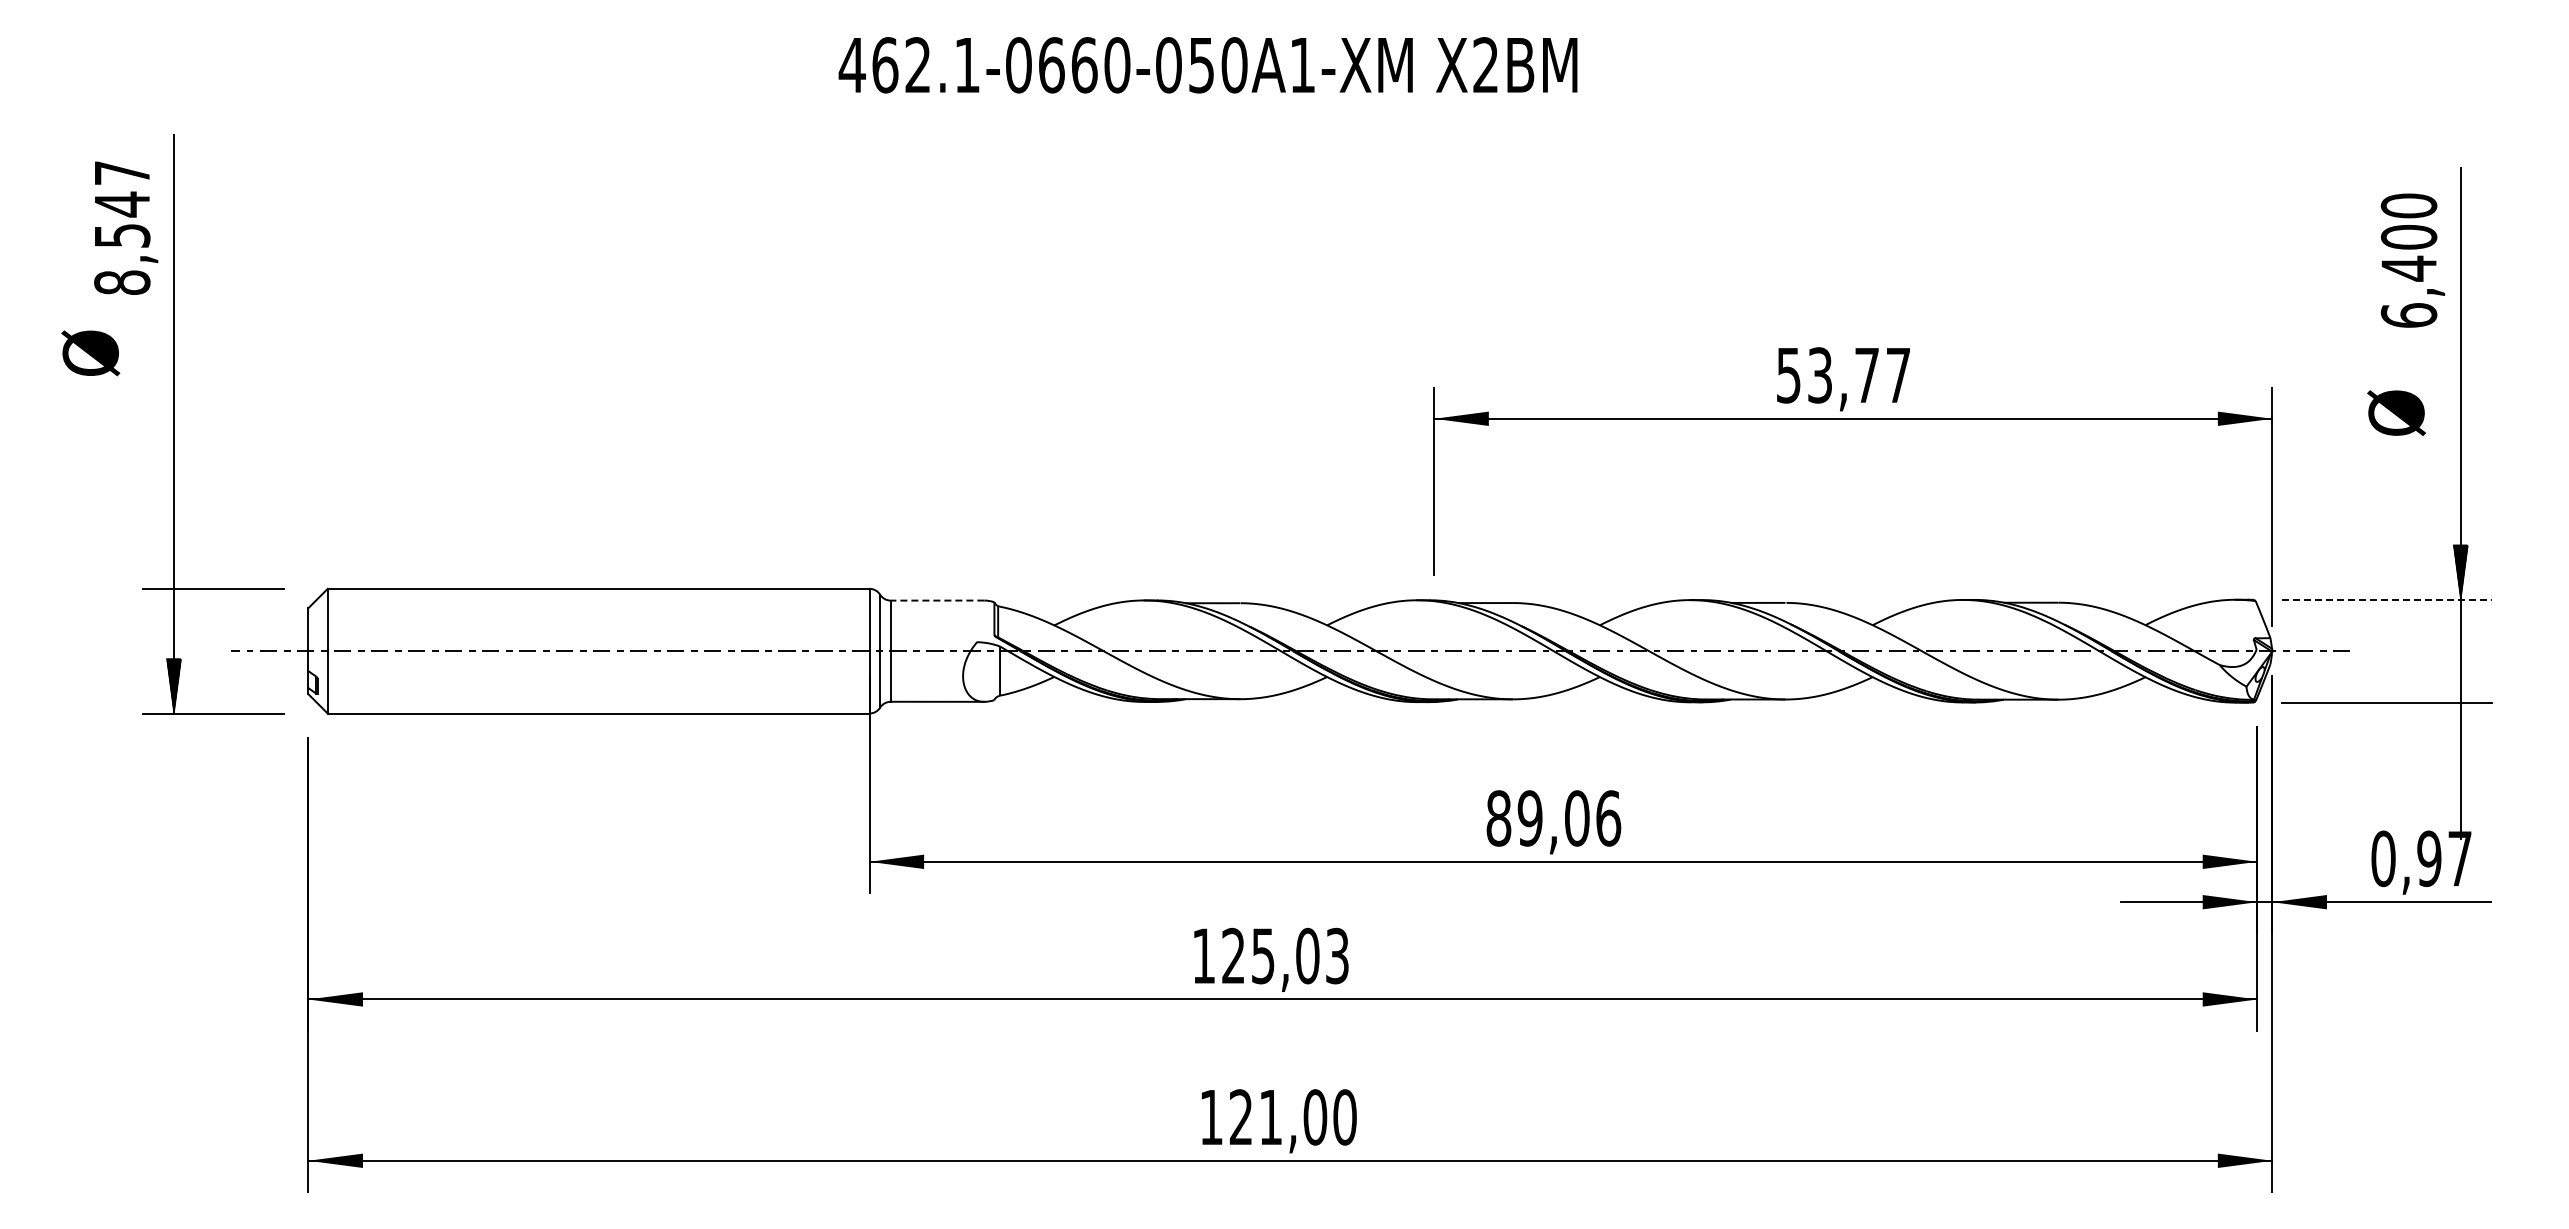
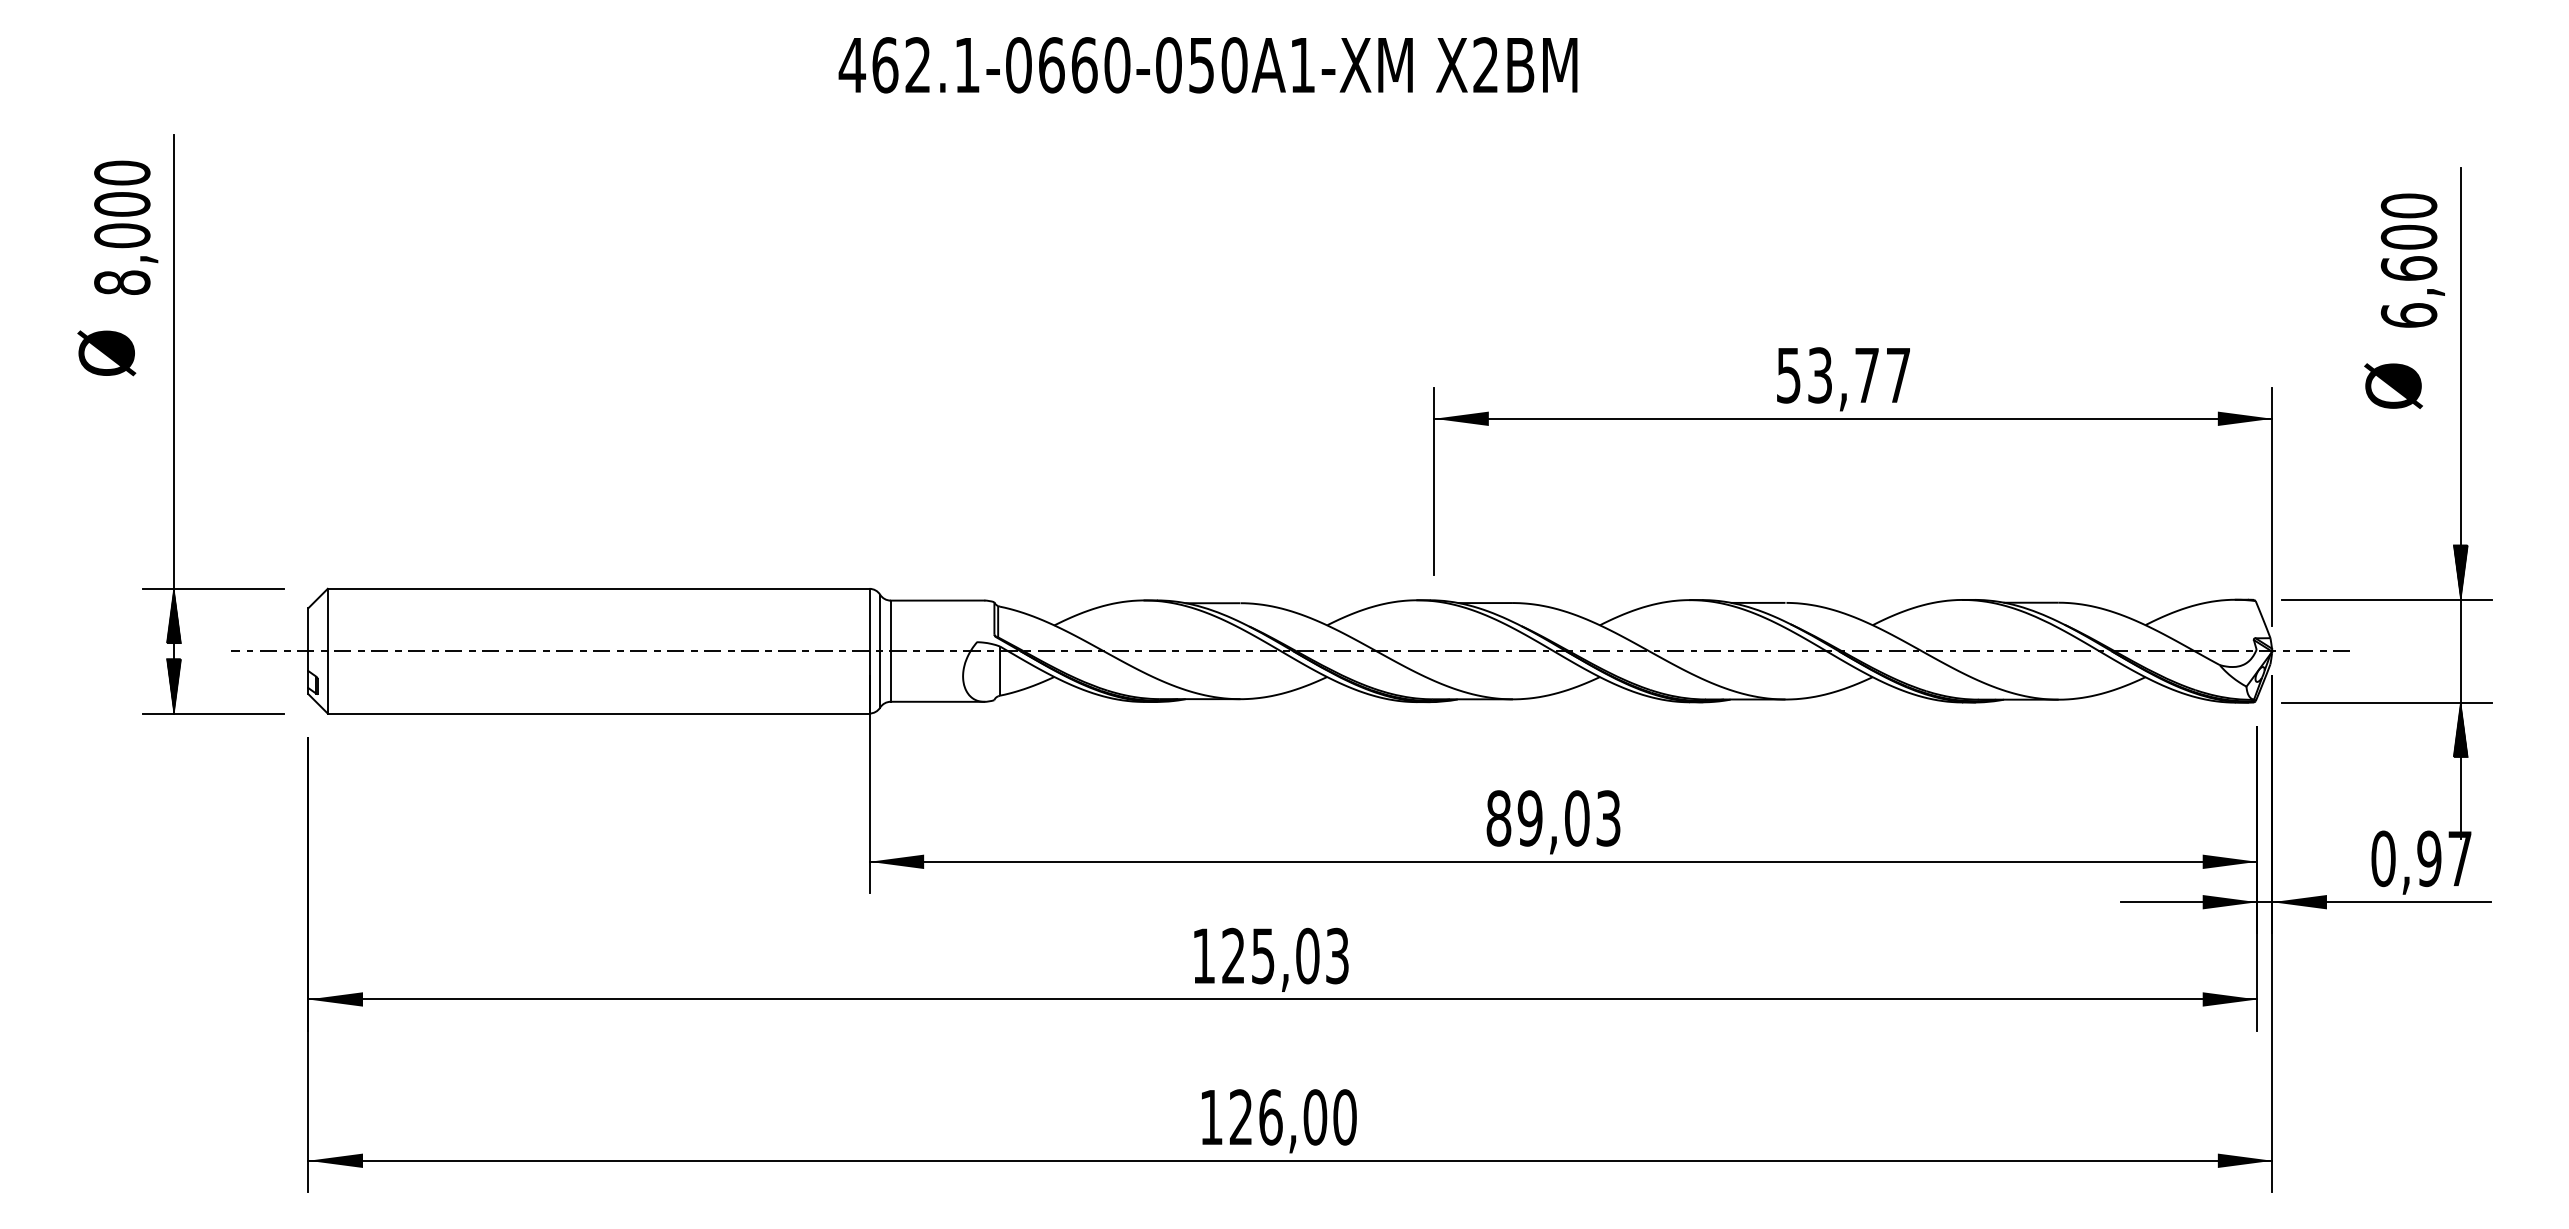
text at (122, 204): 8,547 -> 8,000
text at (2408, 268): 6,400 -> 6,600
text at (90, 353) position: (90, 353) -> (106, 353)
text at (2396, 412) position: (2396, 412) -> (2393, 385)
line at (2386, 599): dashed -> solid
line at (937, 600): dashed -> solid
hatch at (173, 616): none -> present
hatch at (2460, 729): none -> present
text at (1608, 818): 89,06 -> 89,03
text at (1270, 1117): 121,00 -> 126,00
